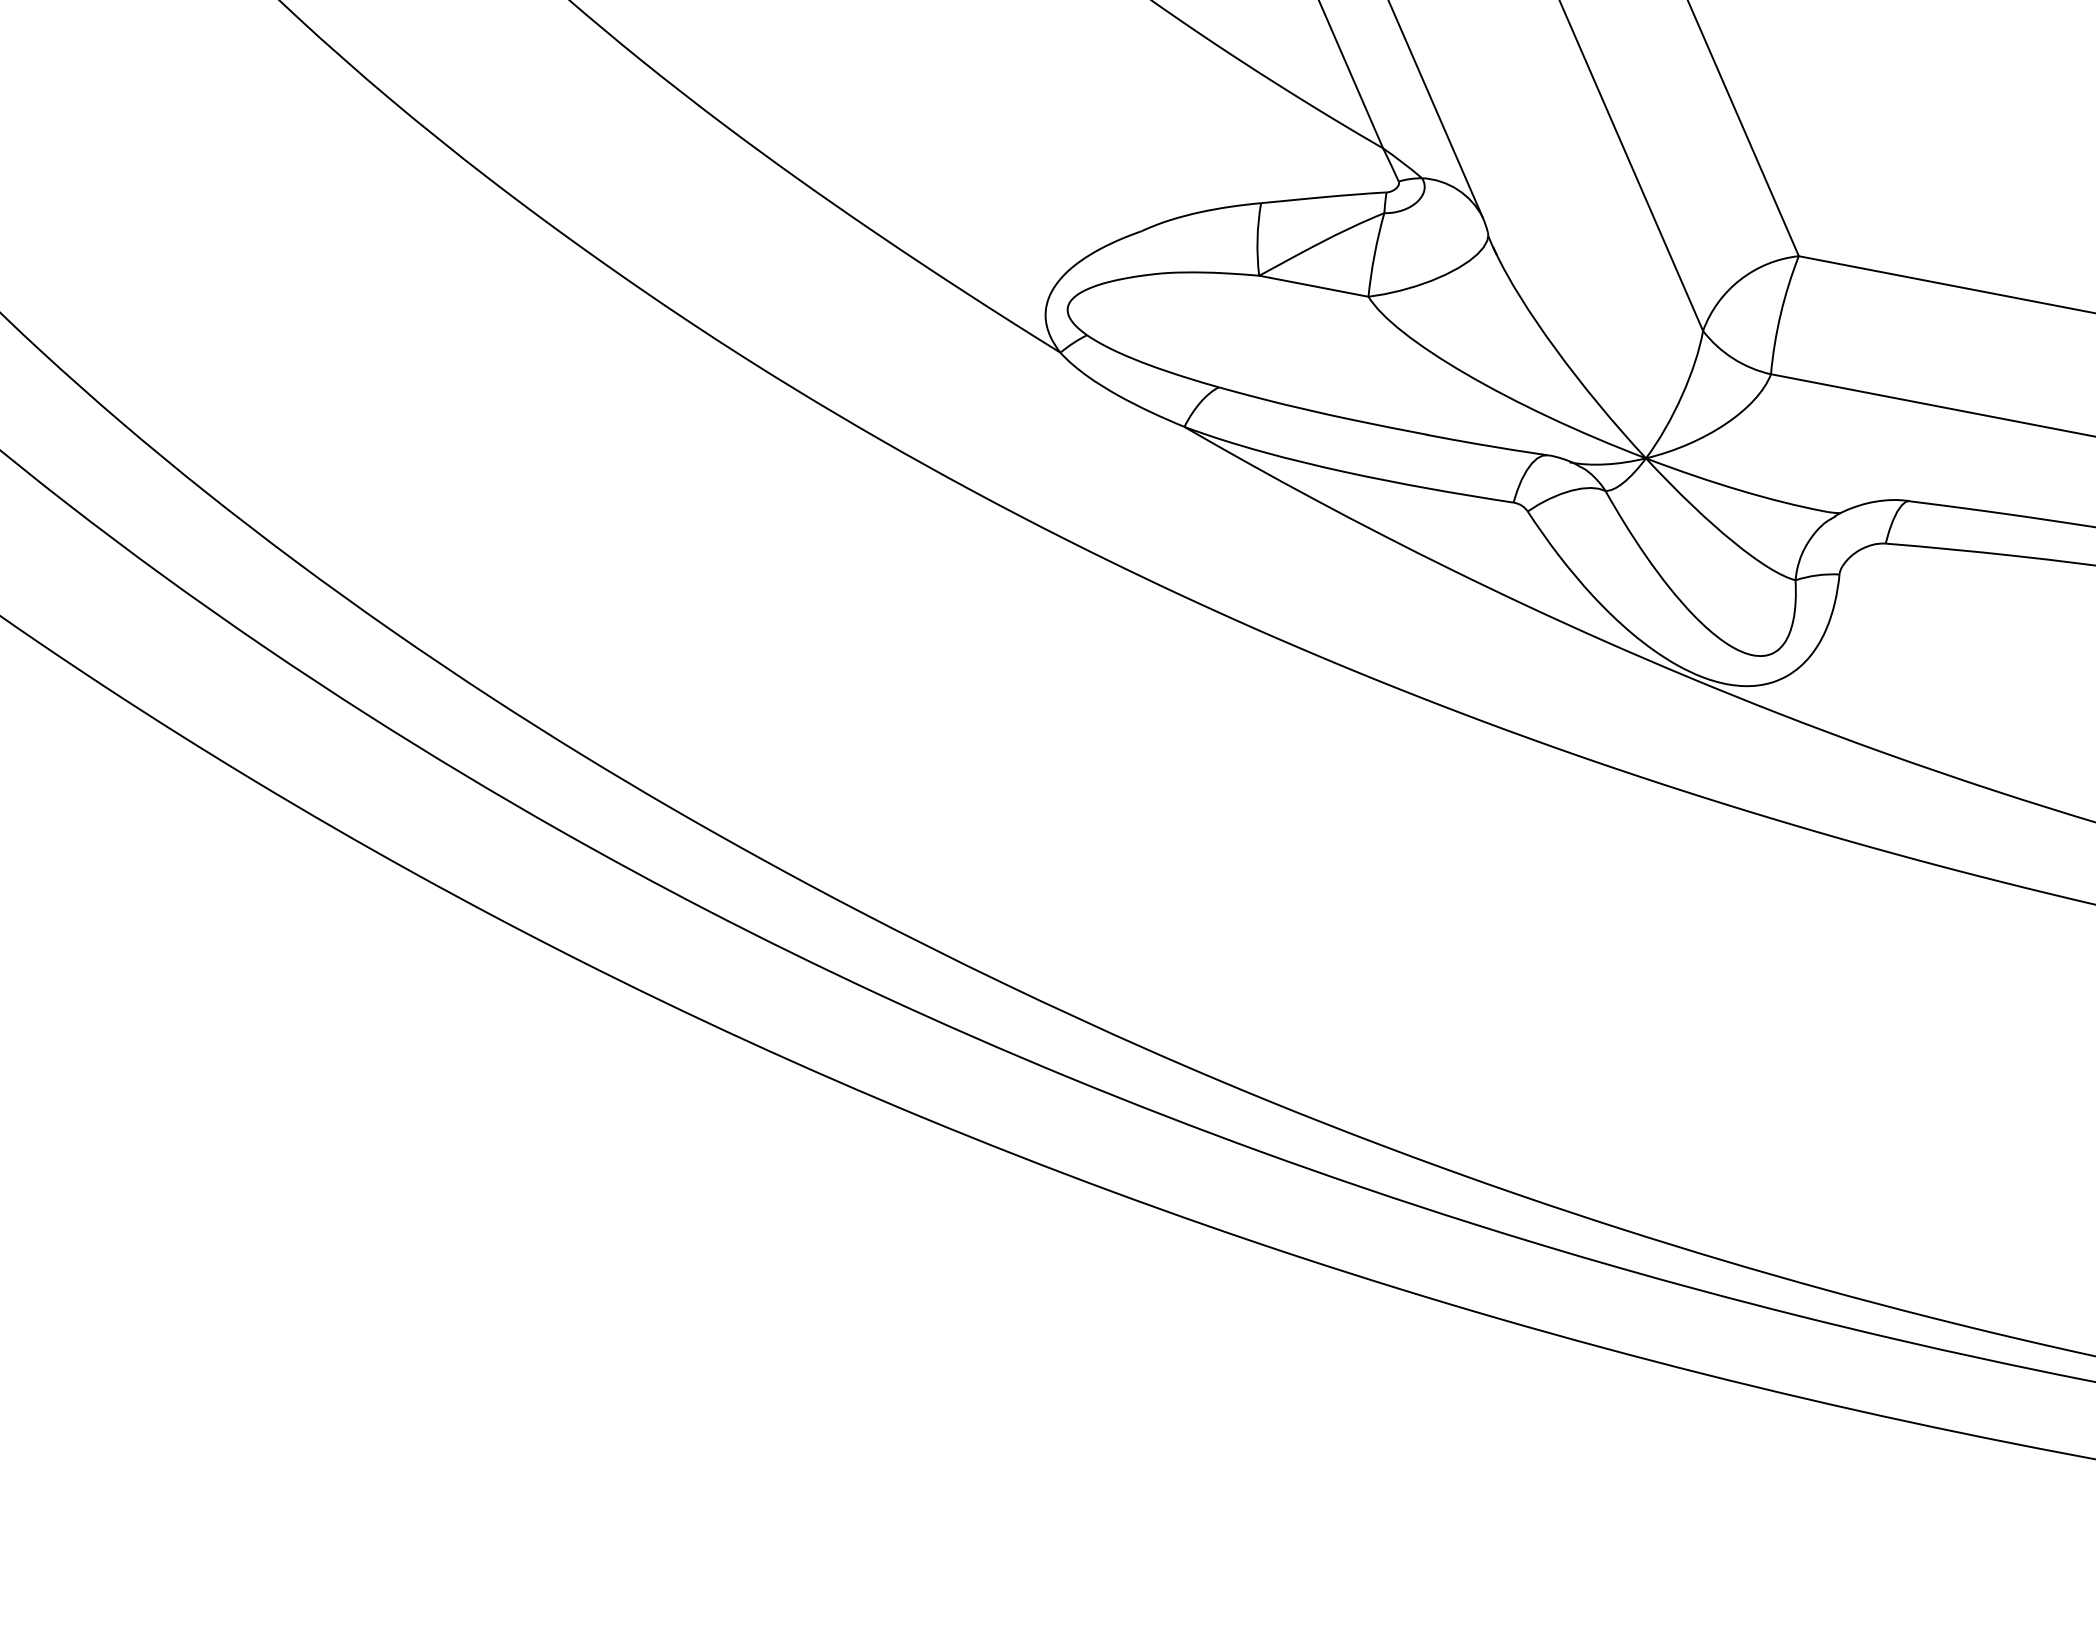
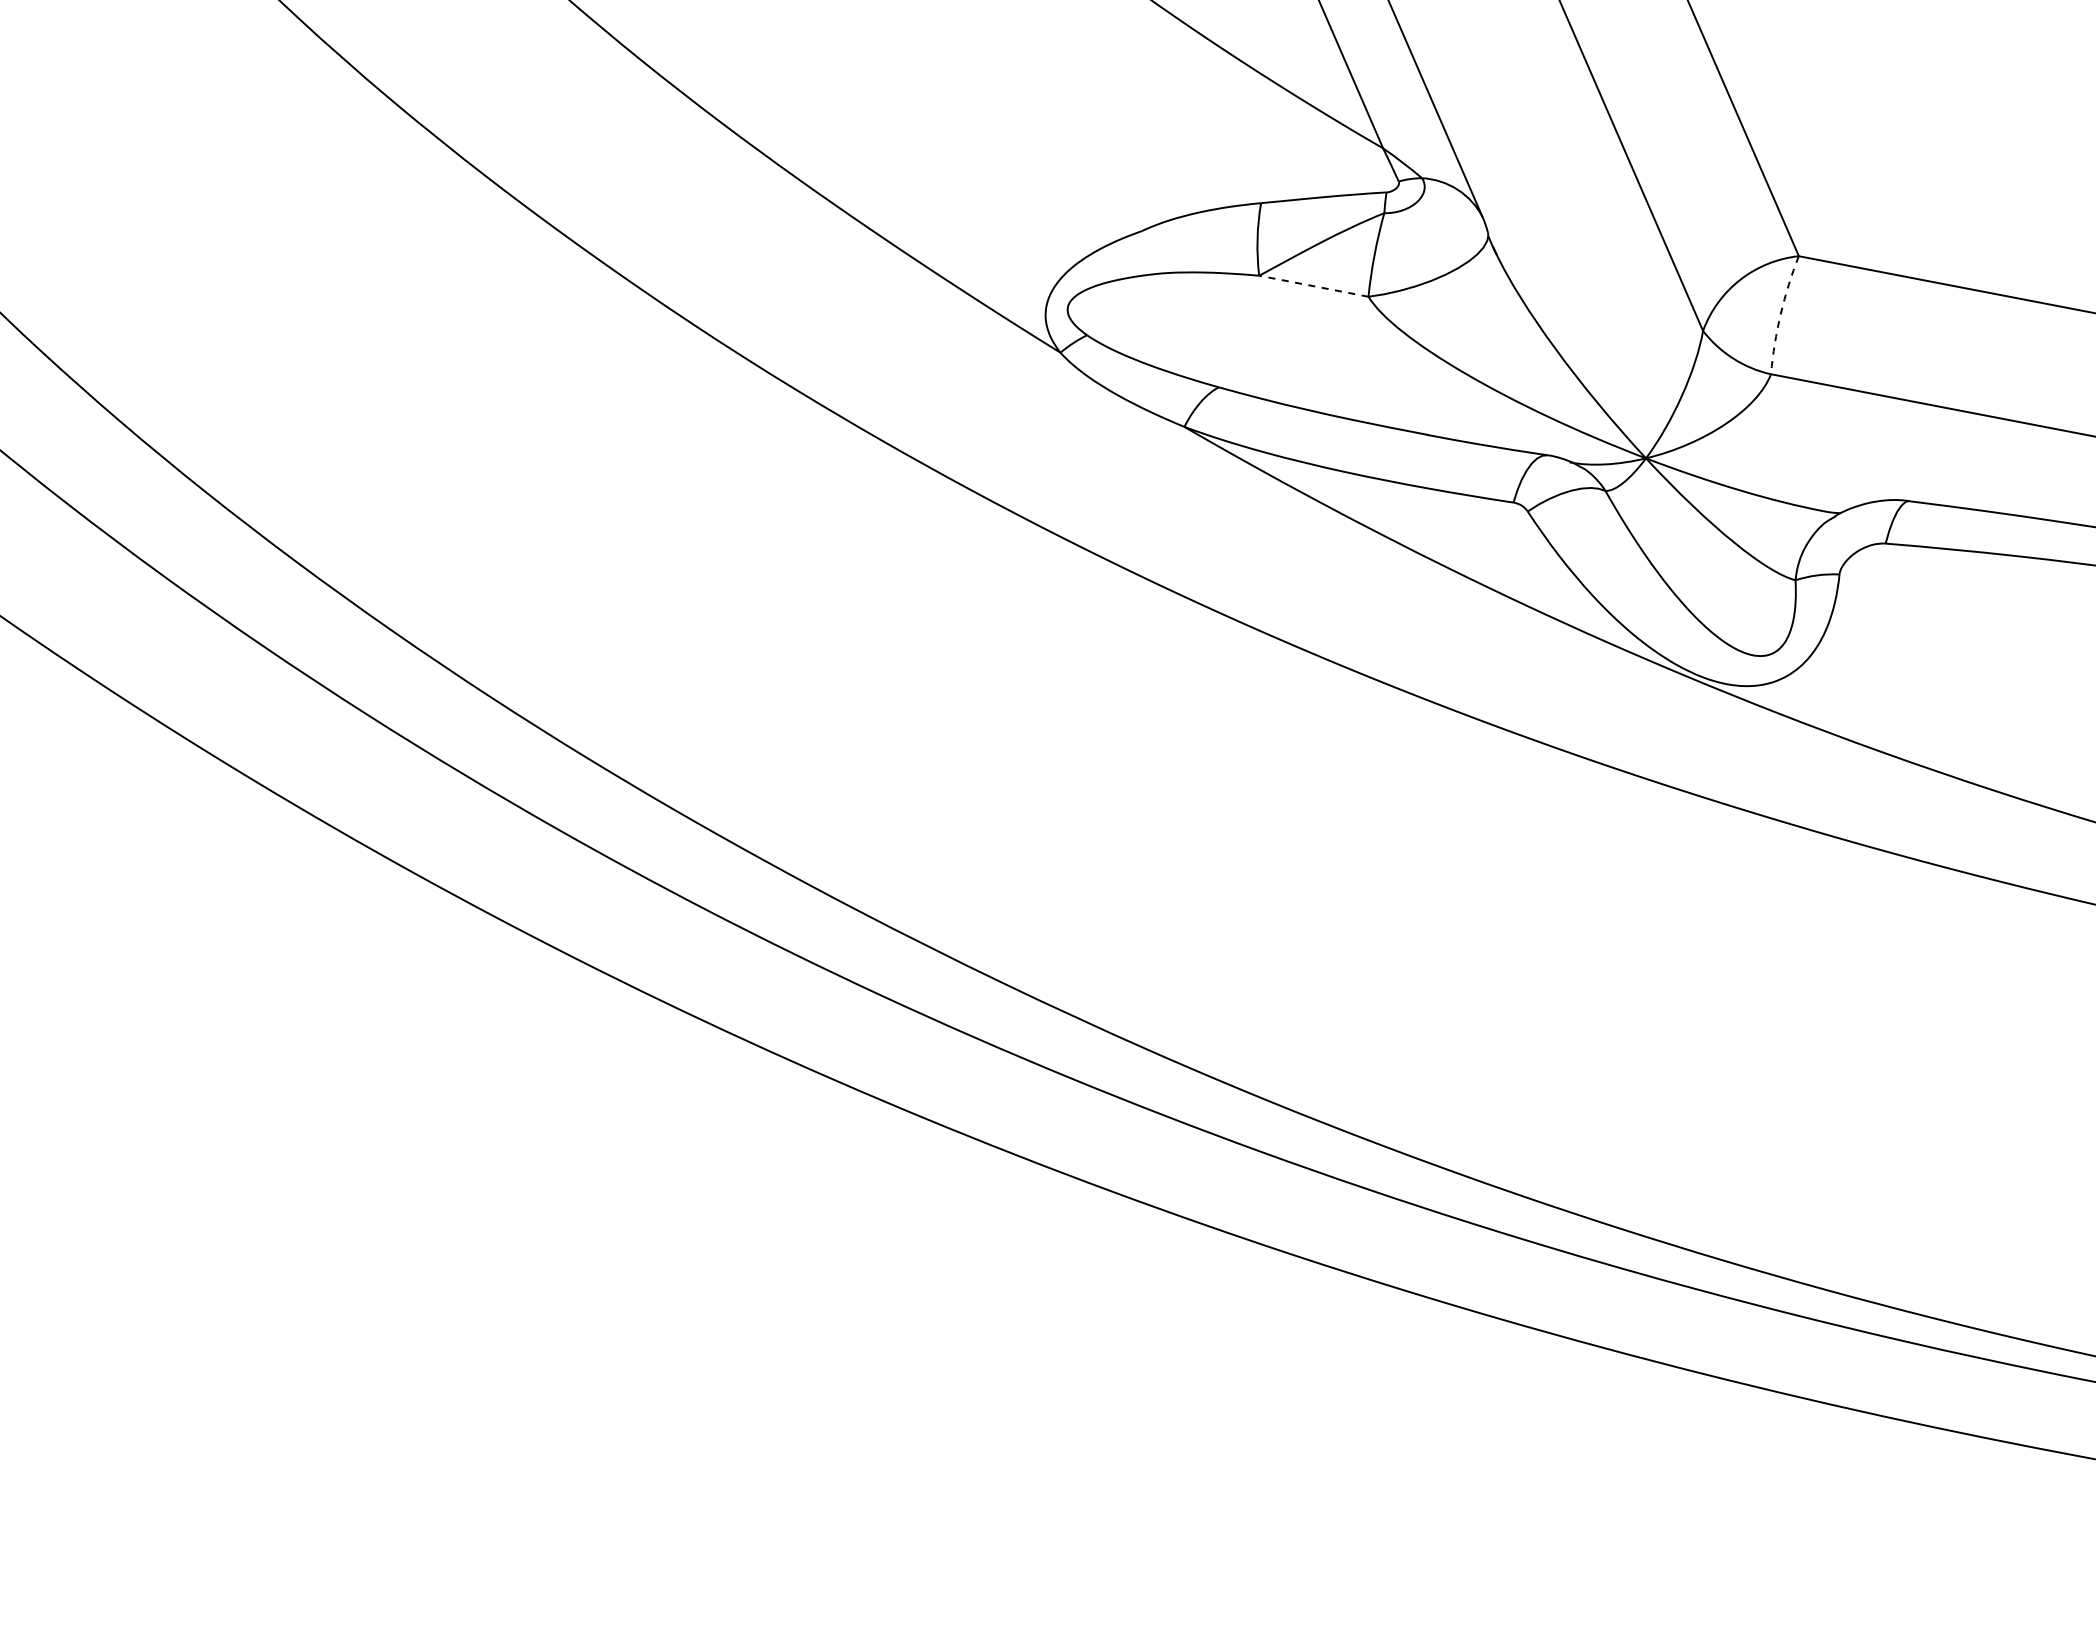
line at (1313, 286): solid -> dashed
arc at (1780, 314): solid -> dashed
